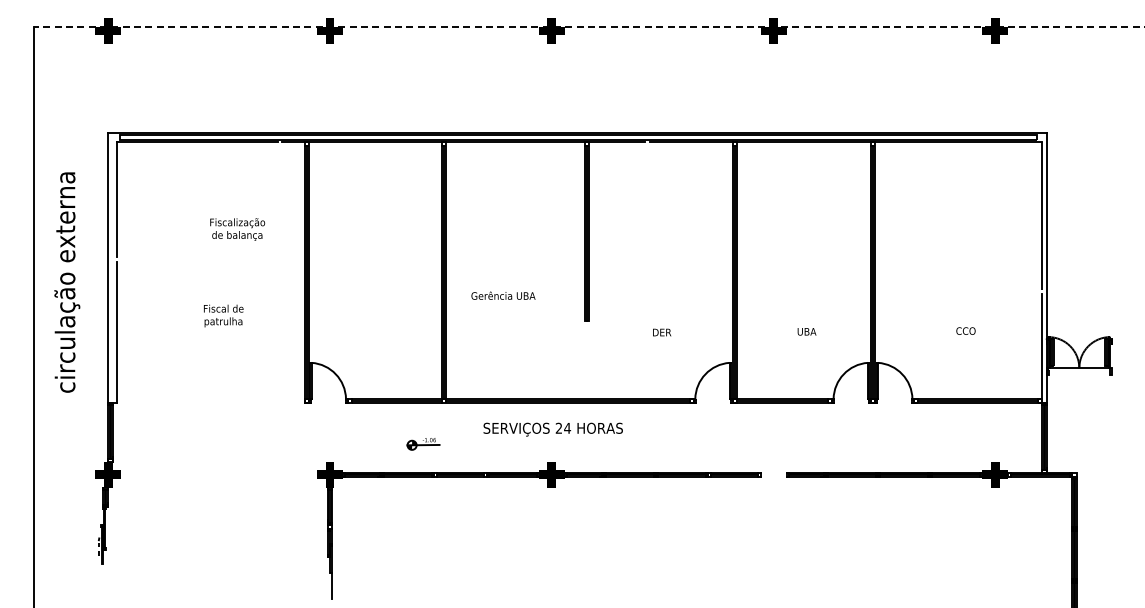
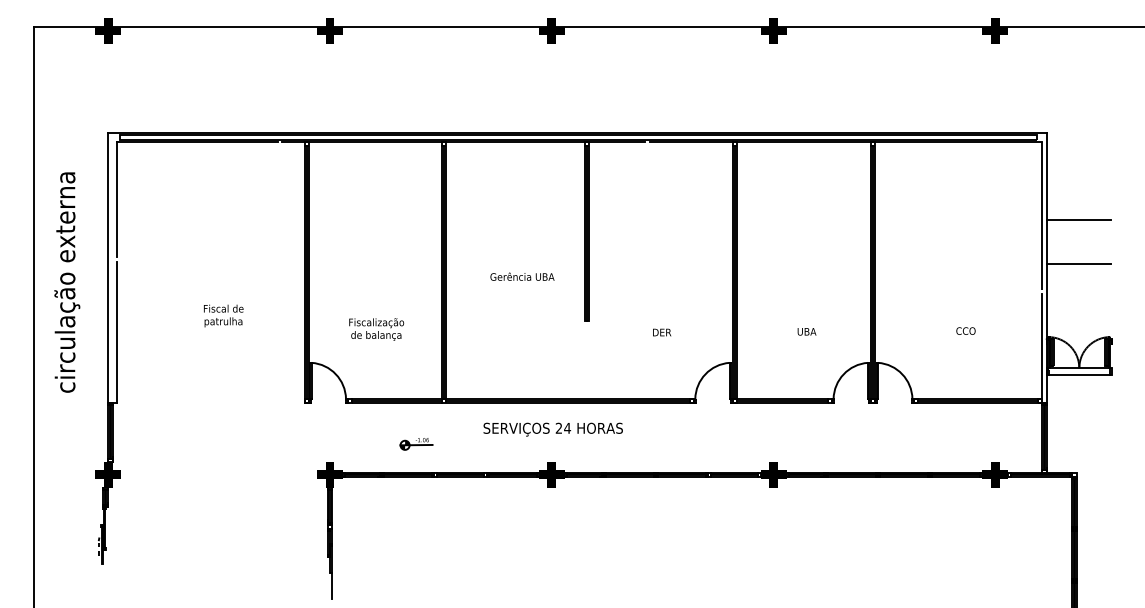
line at (589, 26): dashed -> solid
line at (1078, 220): none -> present
text at (237, 229) position: (237, 229) -> (376, 329)
line at (1078, 263): none -> present
text at (503, 295) position: (503, 295) -> (522, 276)
line at (1078, 374): none -> present
part at (423, 444) position: (423, 444) -> (416, 444)
fill at (773, 474): none -> present
